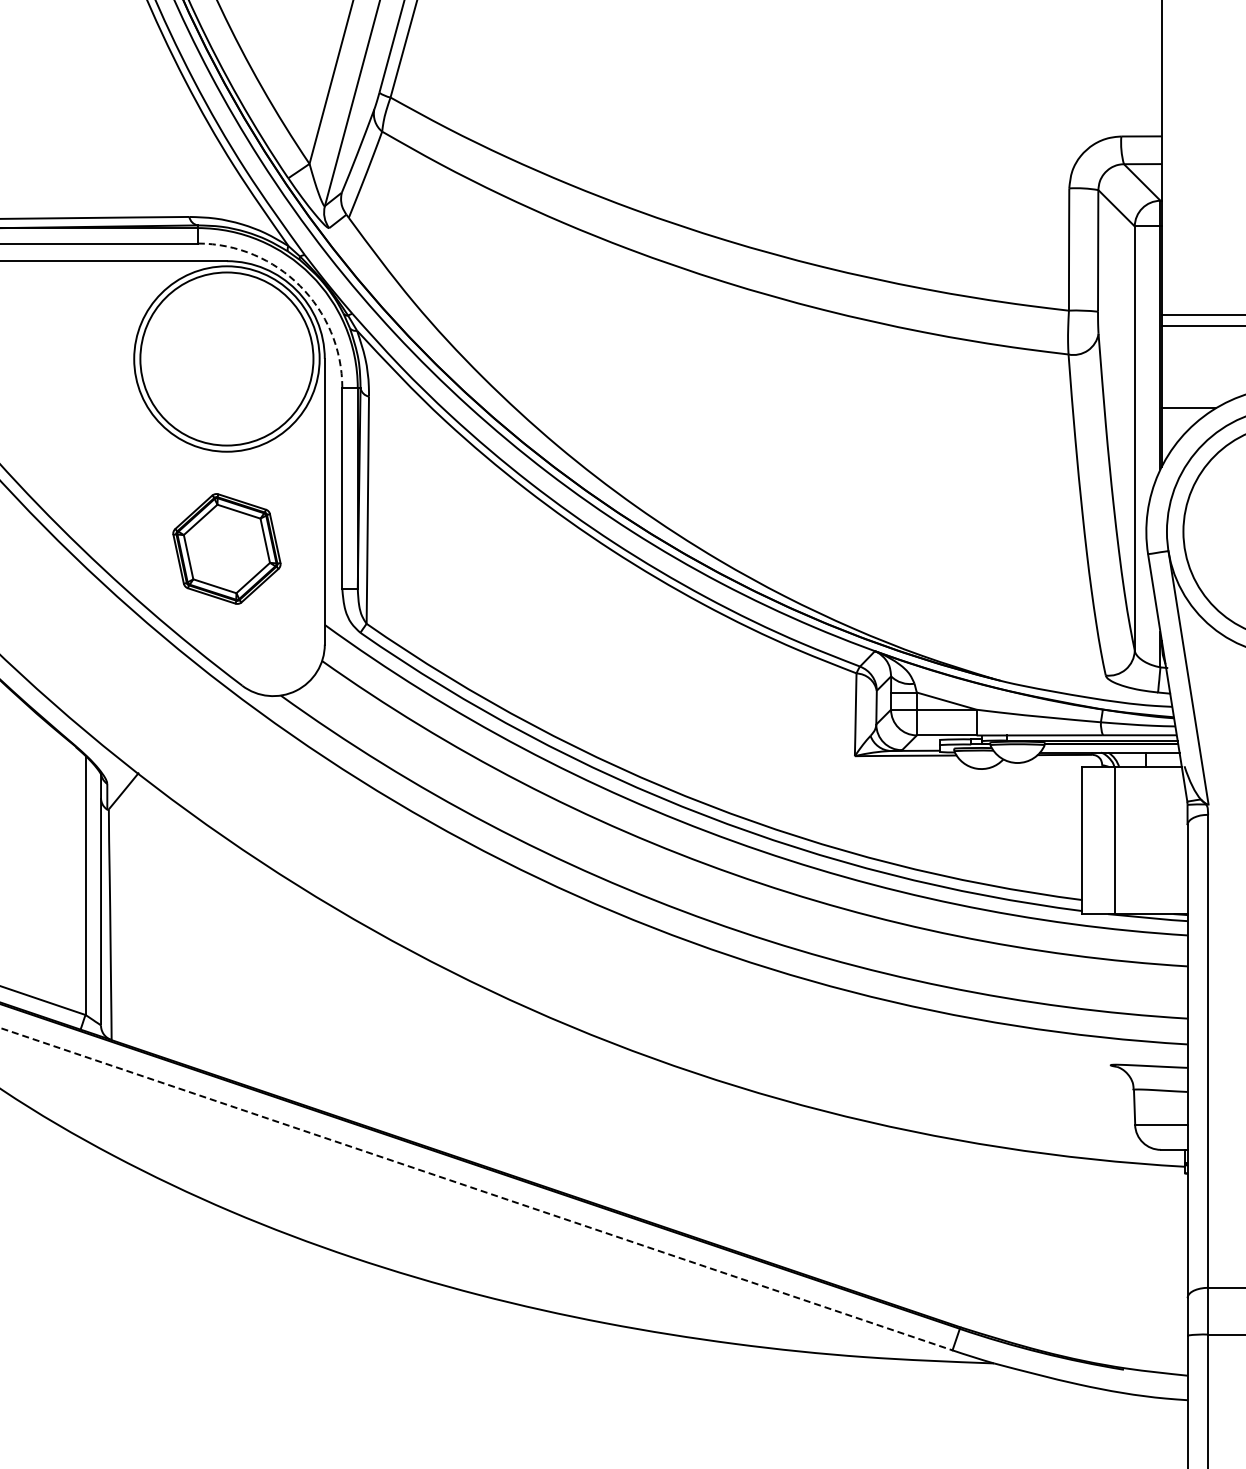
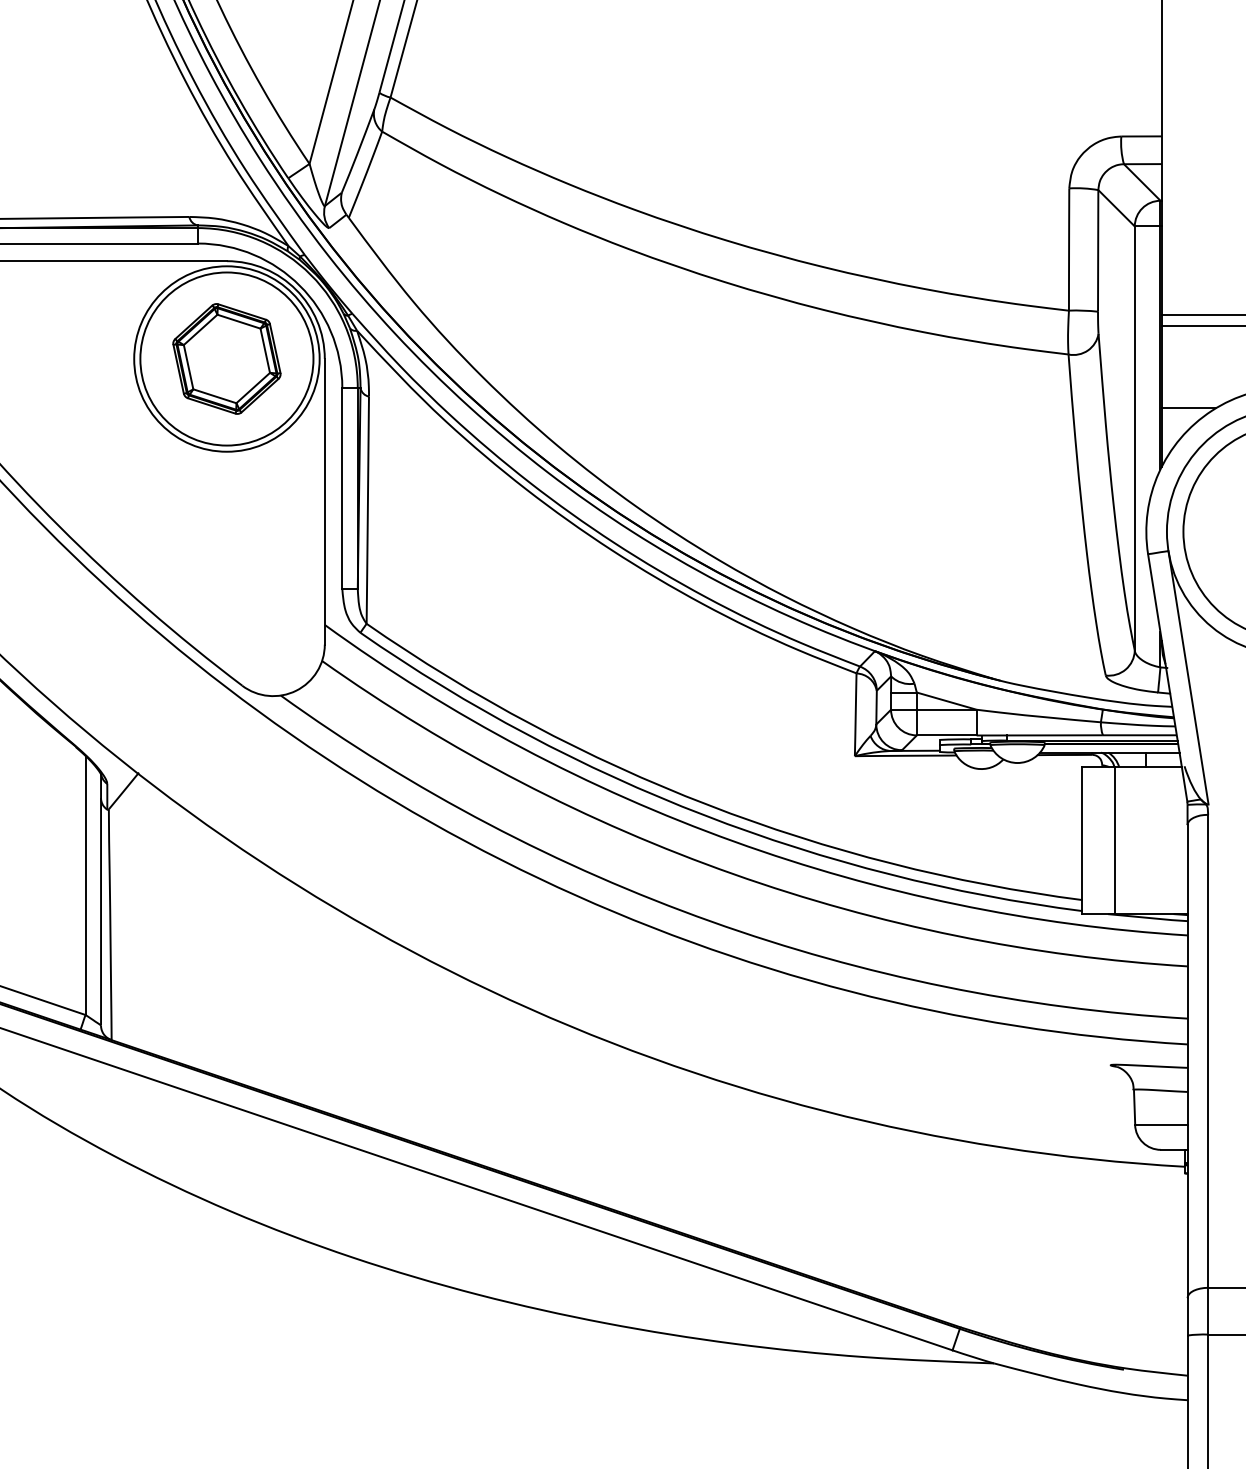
arc at (299, 285): dashed -> solid
part at (226, 548) position: (226, 548) -> (226, 358)
line at (476, 1189): dashed -> solid
